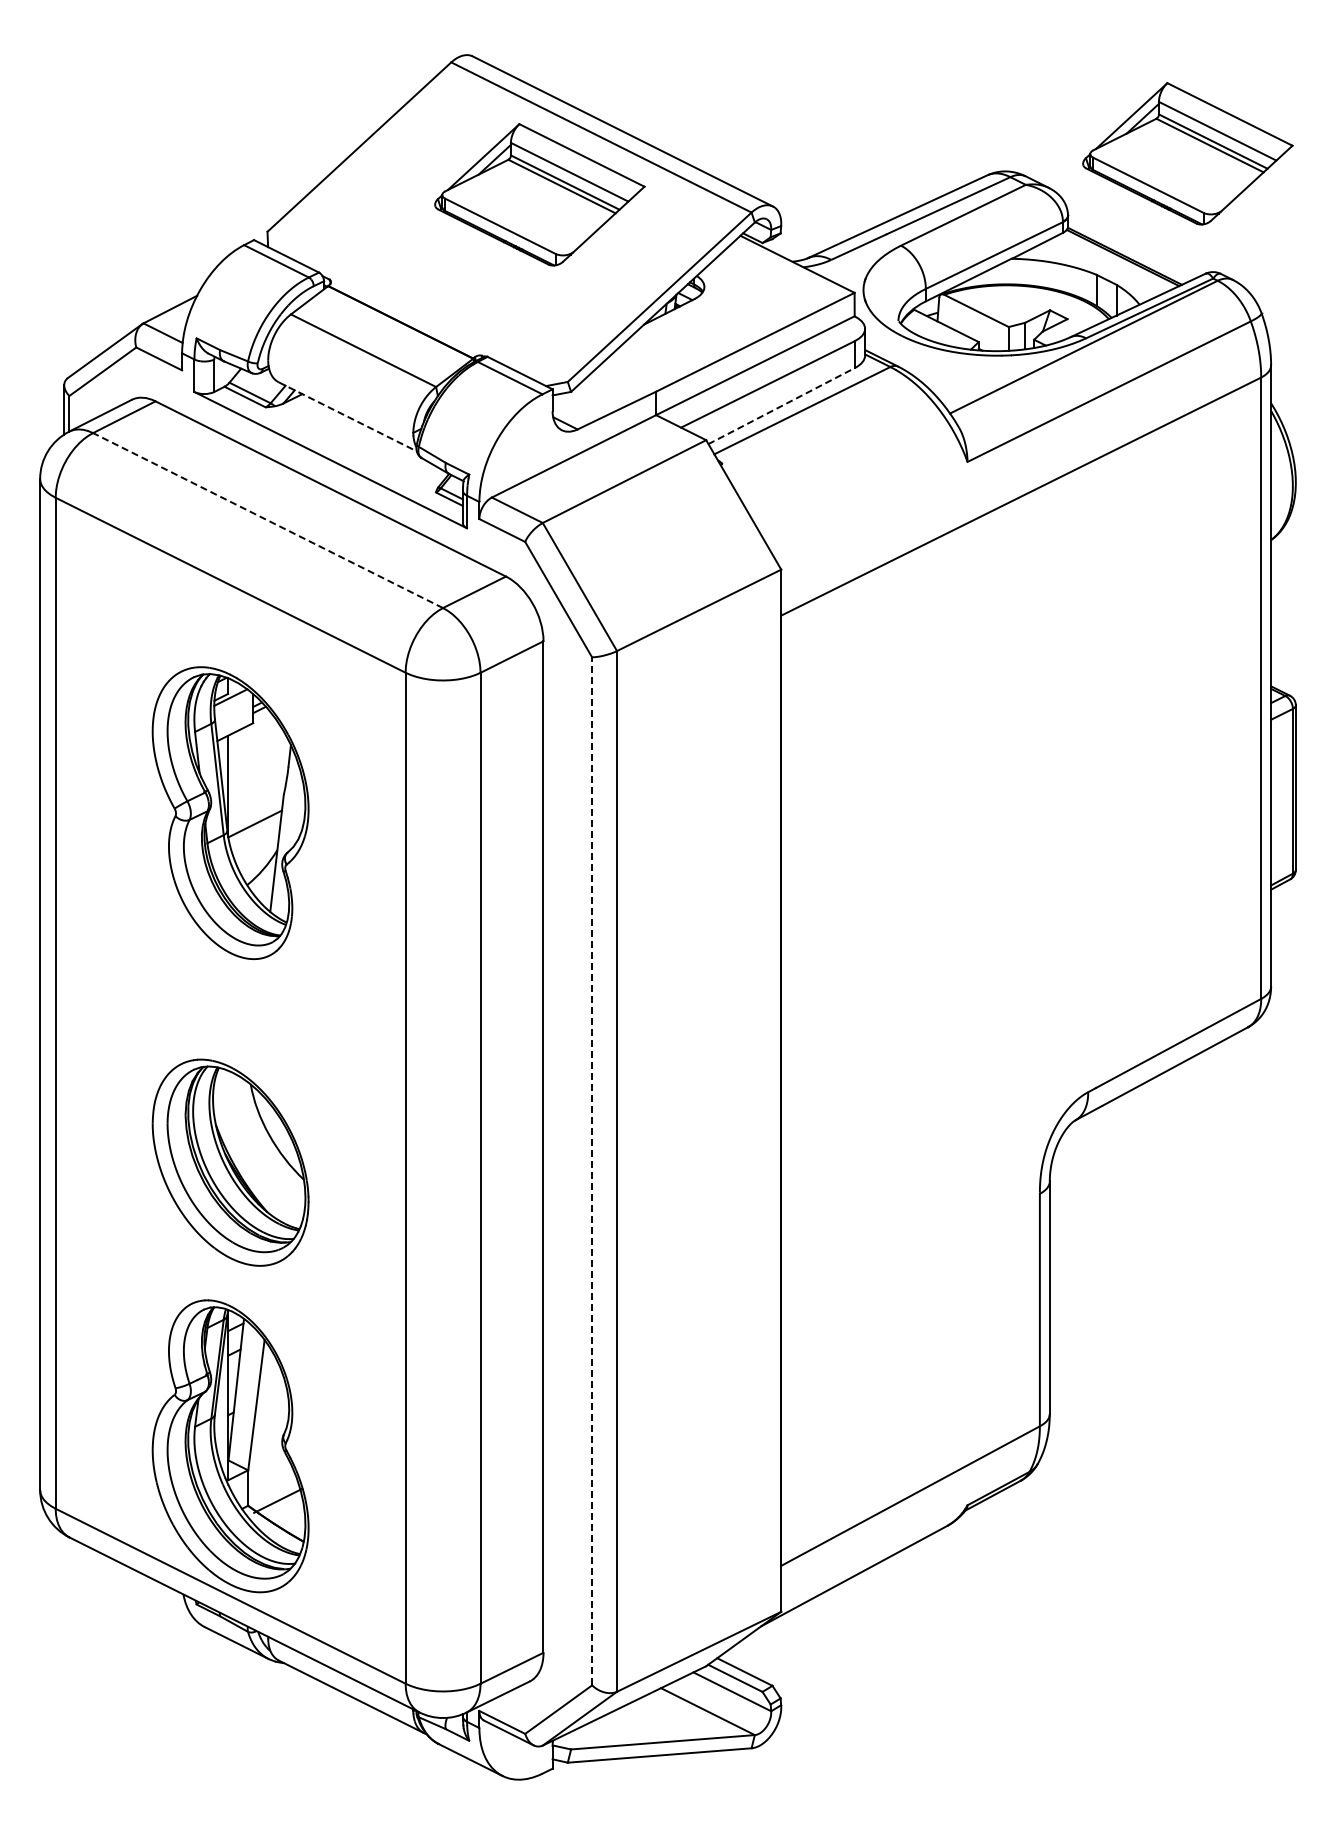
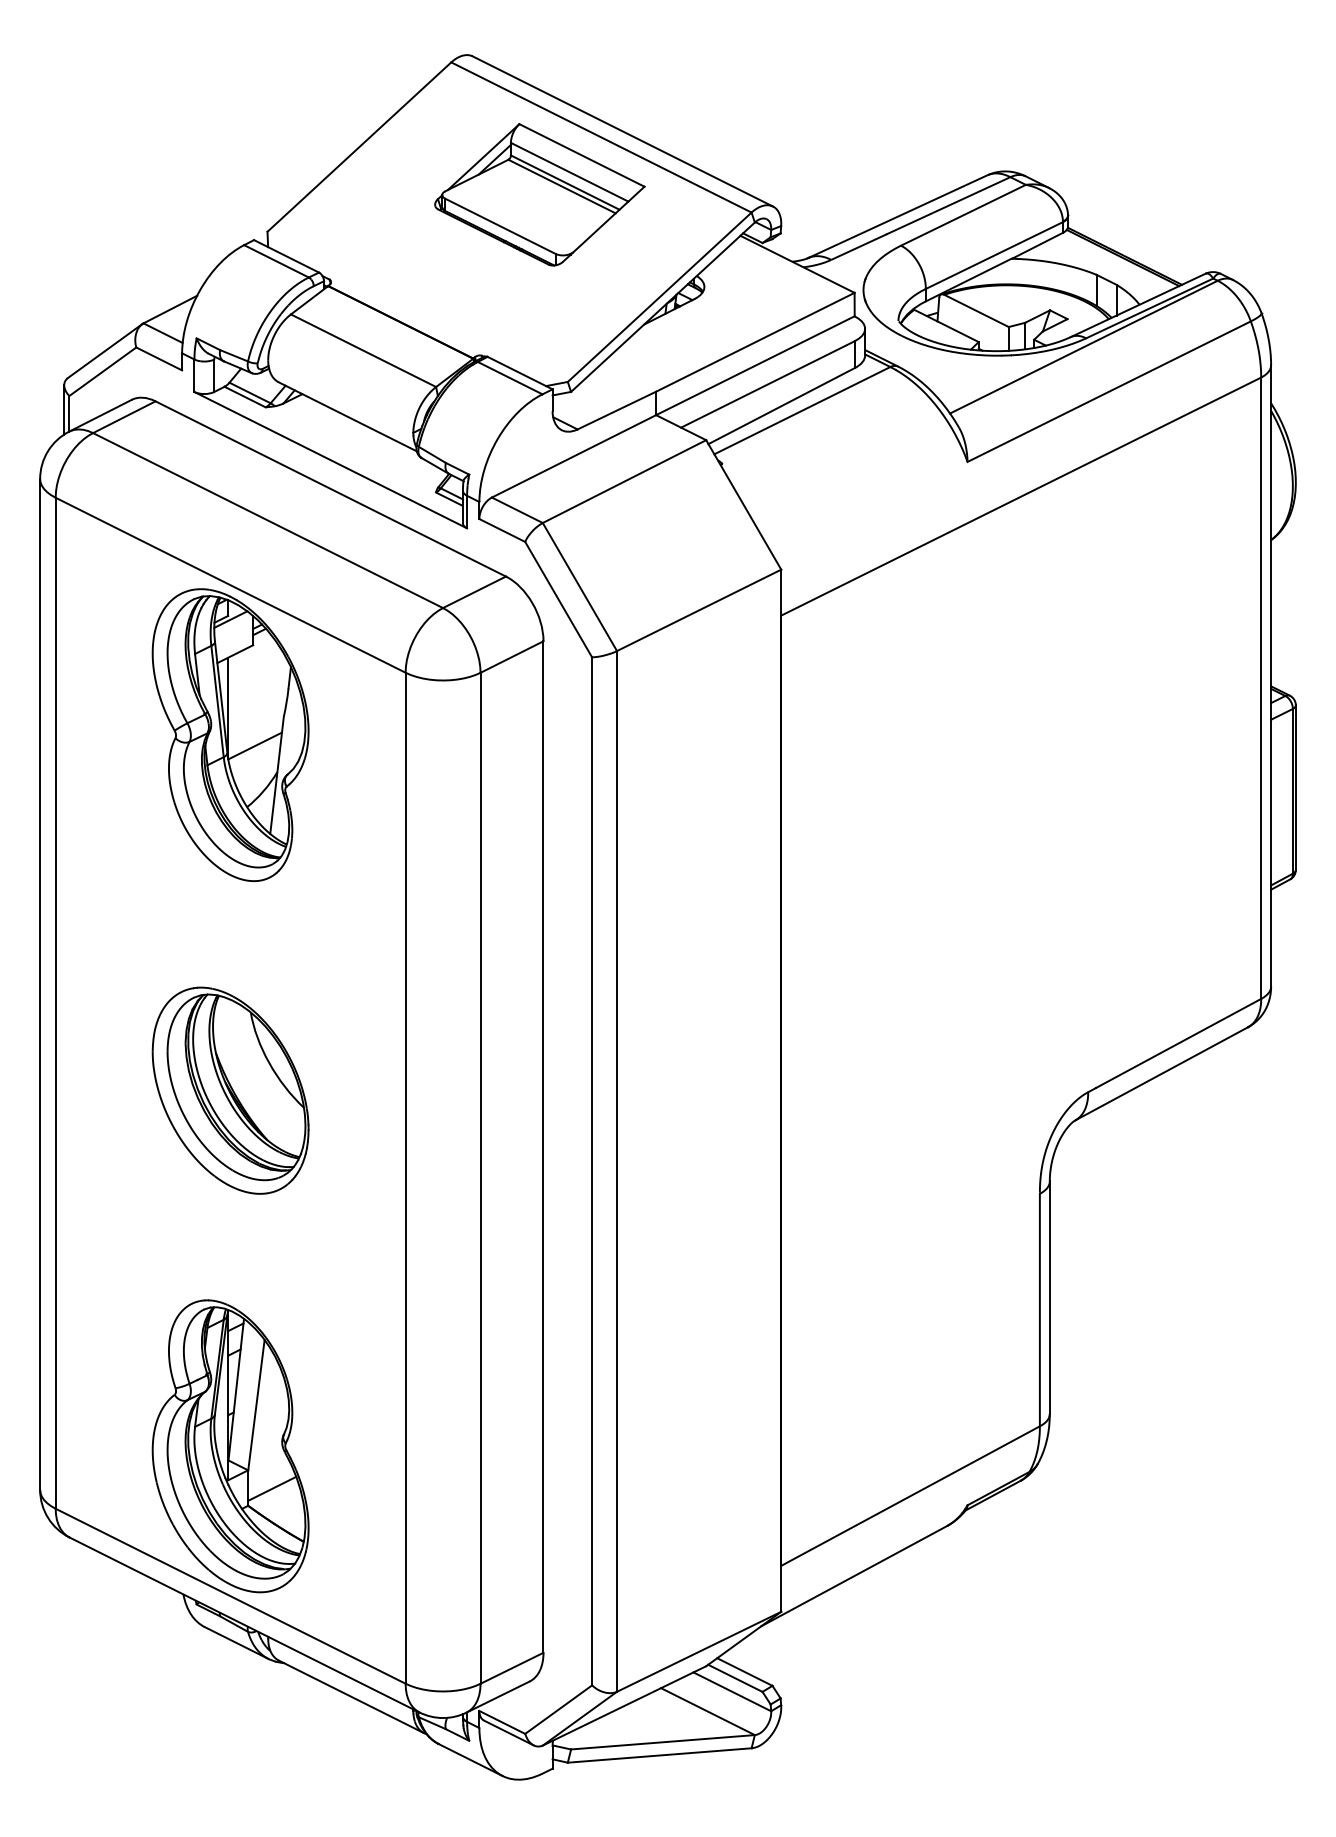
part at (1187, 153): present -> none
line at (781, 406): dashed -> solid
line at (348, 417): dashed -> solid
line at (268, 520): dashed -> solid
part at (230, 812) position: (230, 812) -> (230, 734)
part at (230, 1162) position: (230, 1162) -> (230, 1090)
line at (592, 1170): dashed -> solid
line at (278, 1500) position: (278, 1500) -> (272, 1488)
